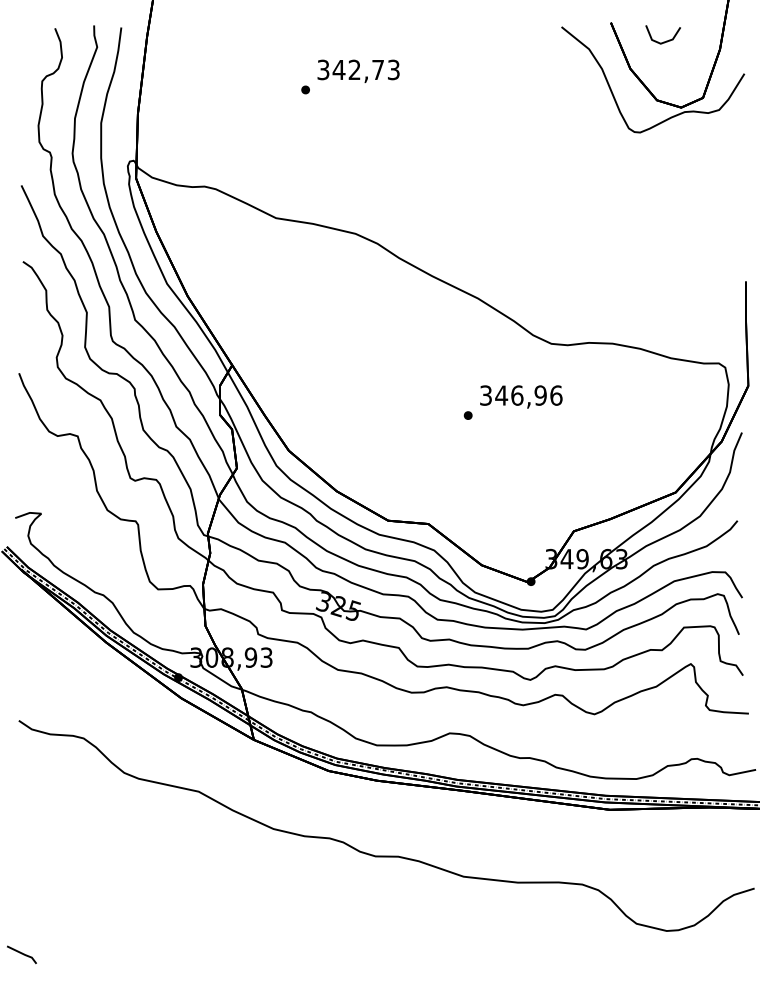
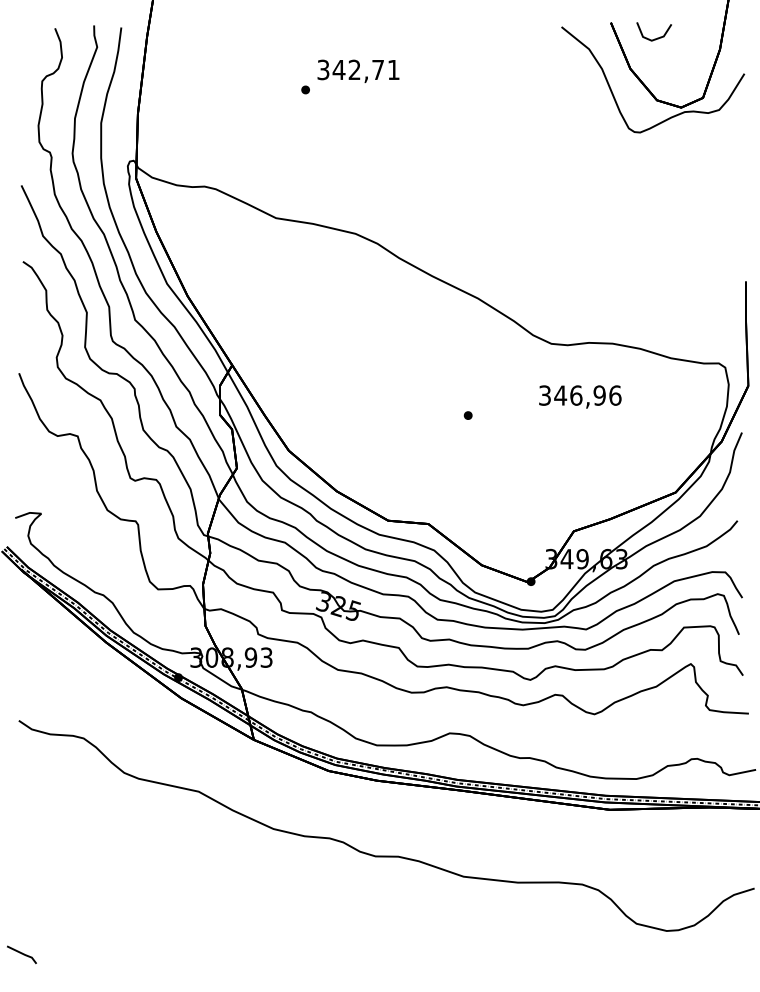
line at (663, 41) position: (663, 41) -> (654, 38)
text at (393, 69): 342,73 -> 342,71
text at (521, 396) position: (521, 396) -> (580, 396)
